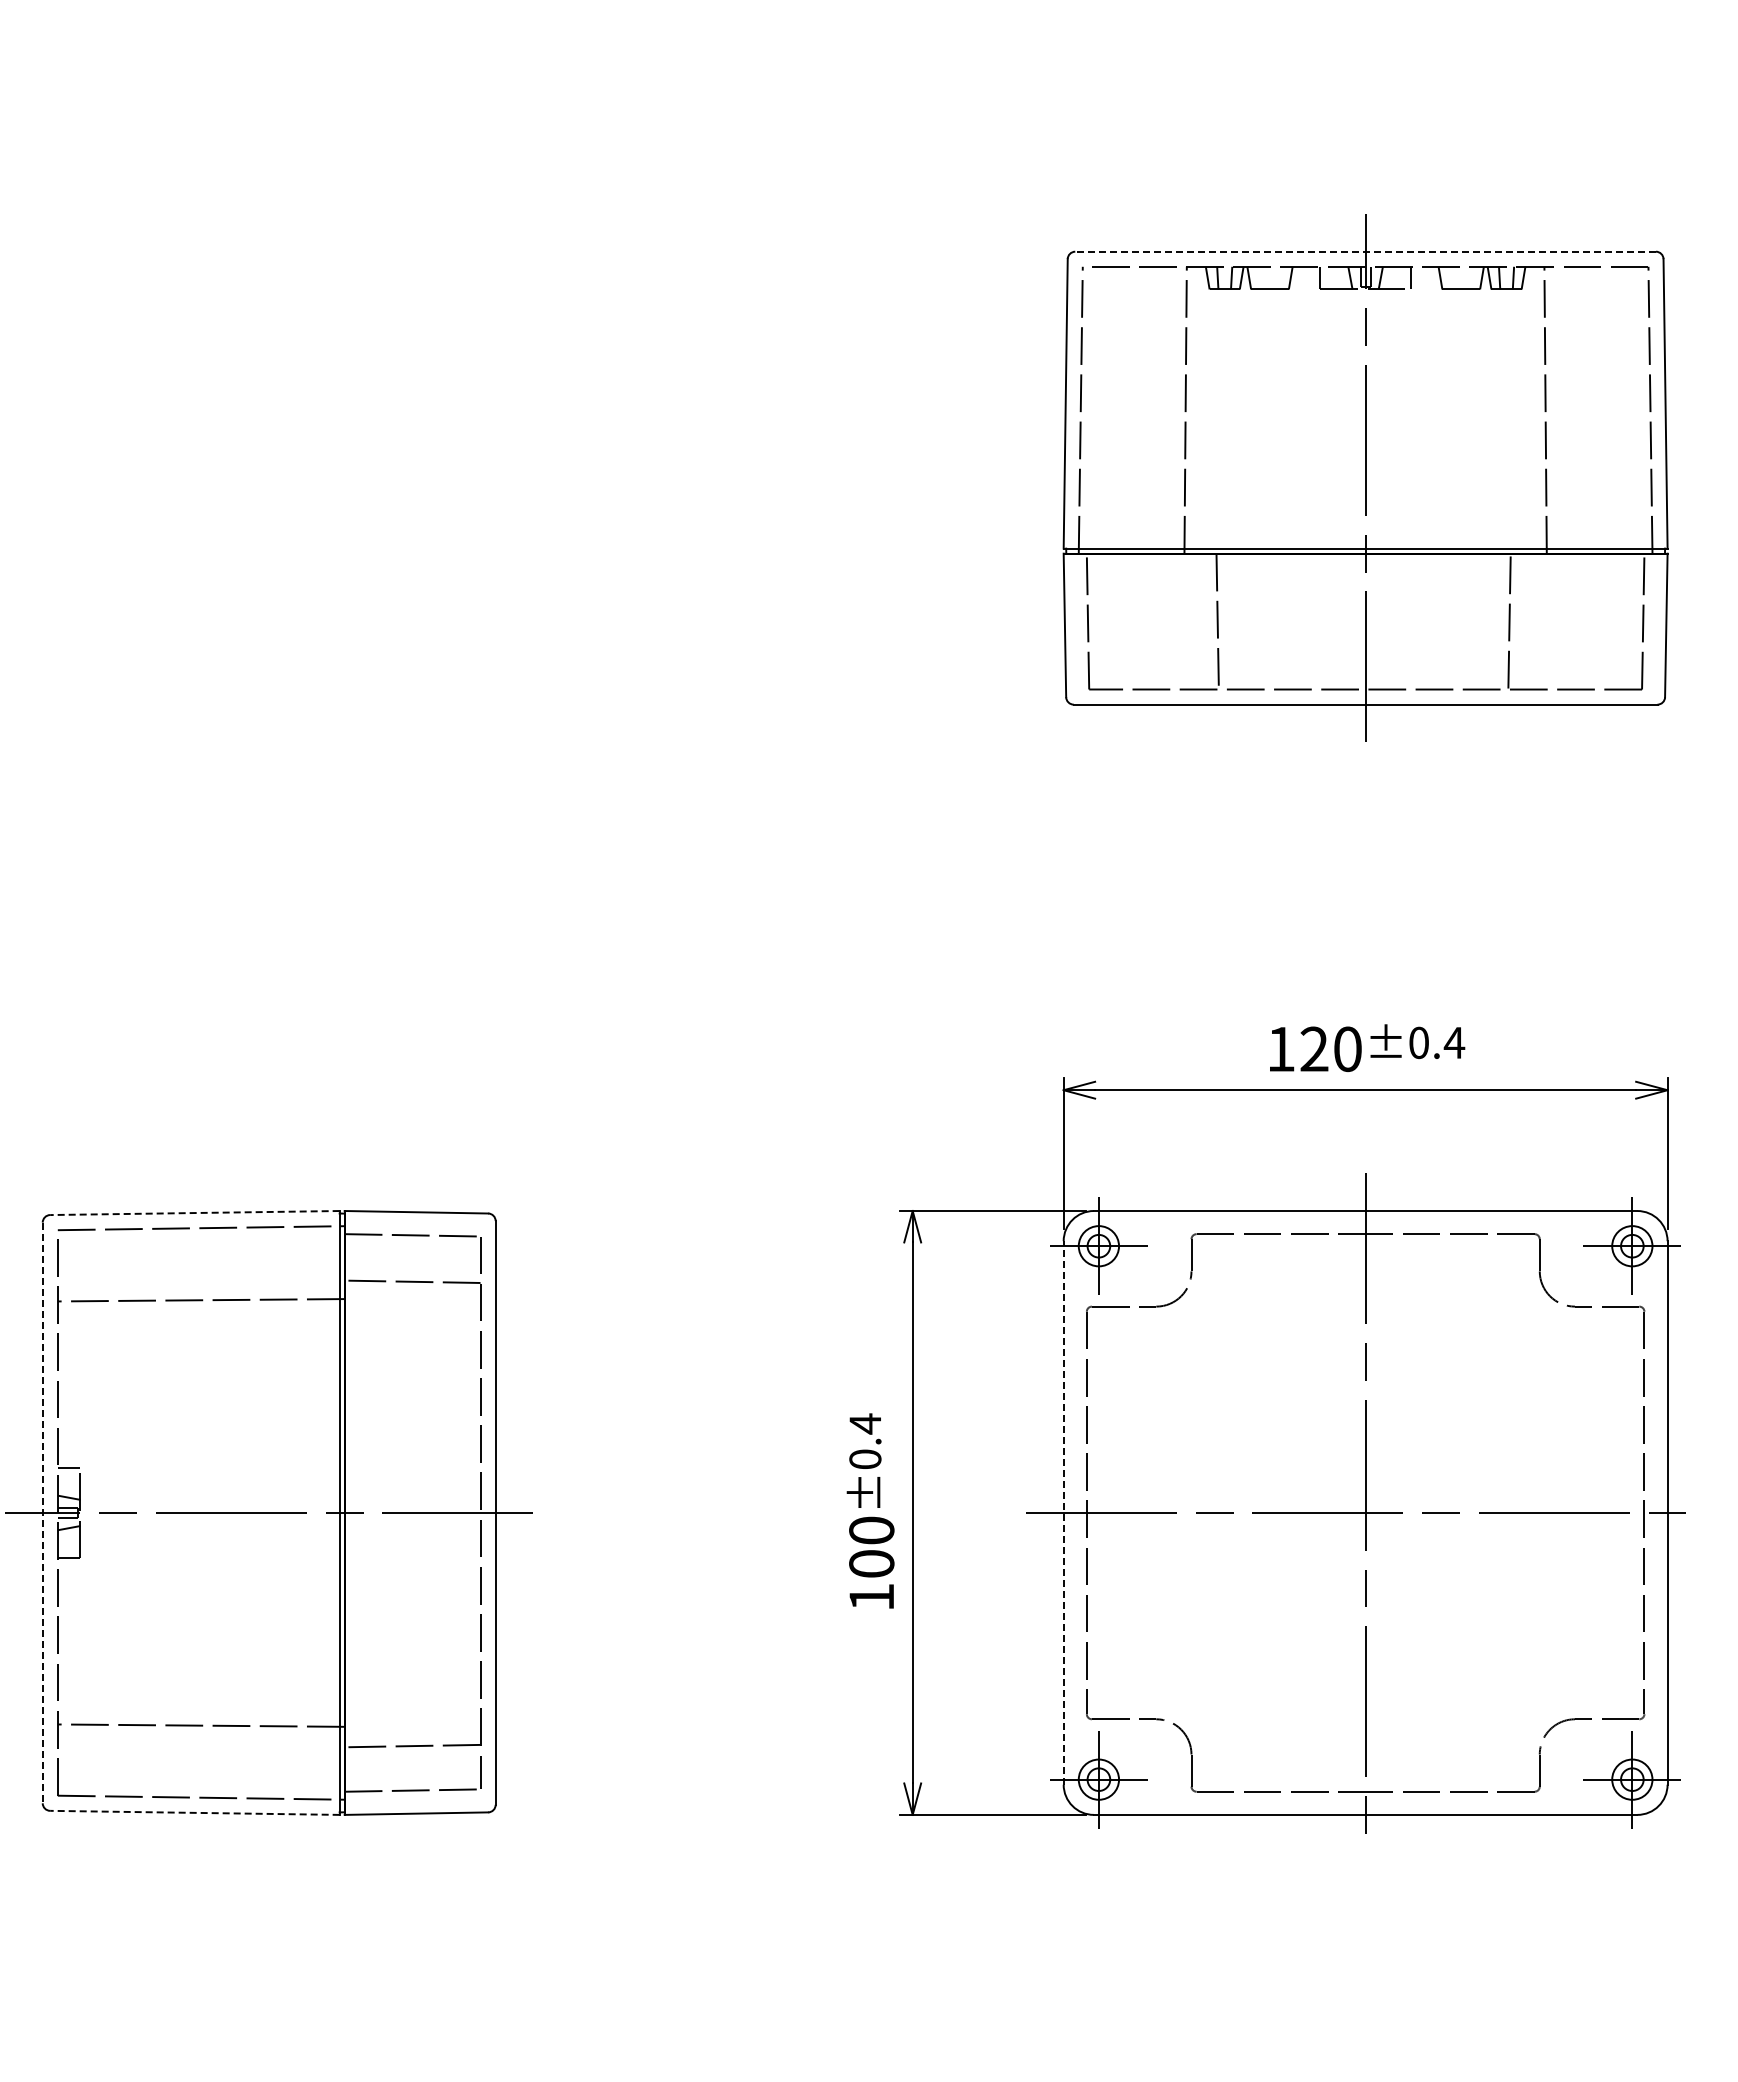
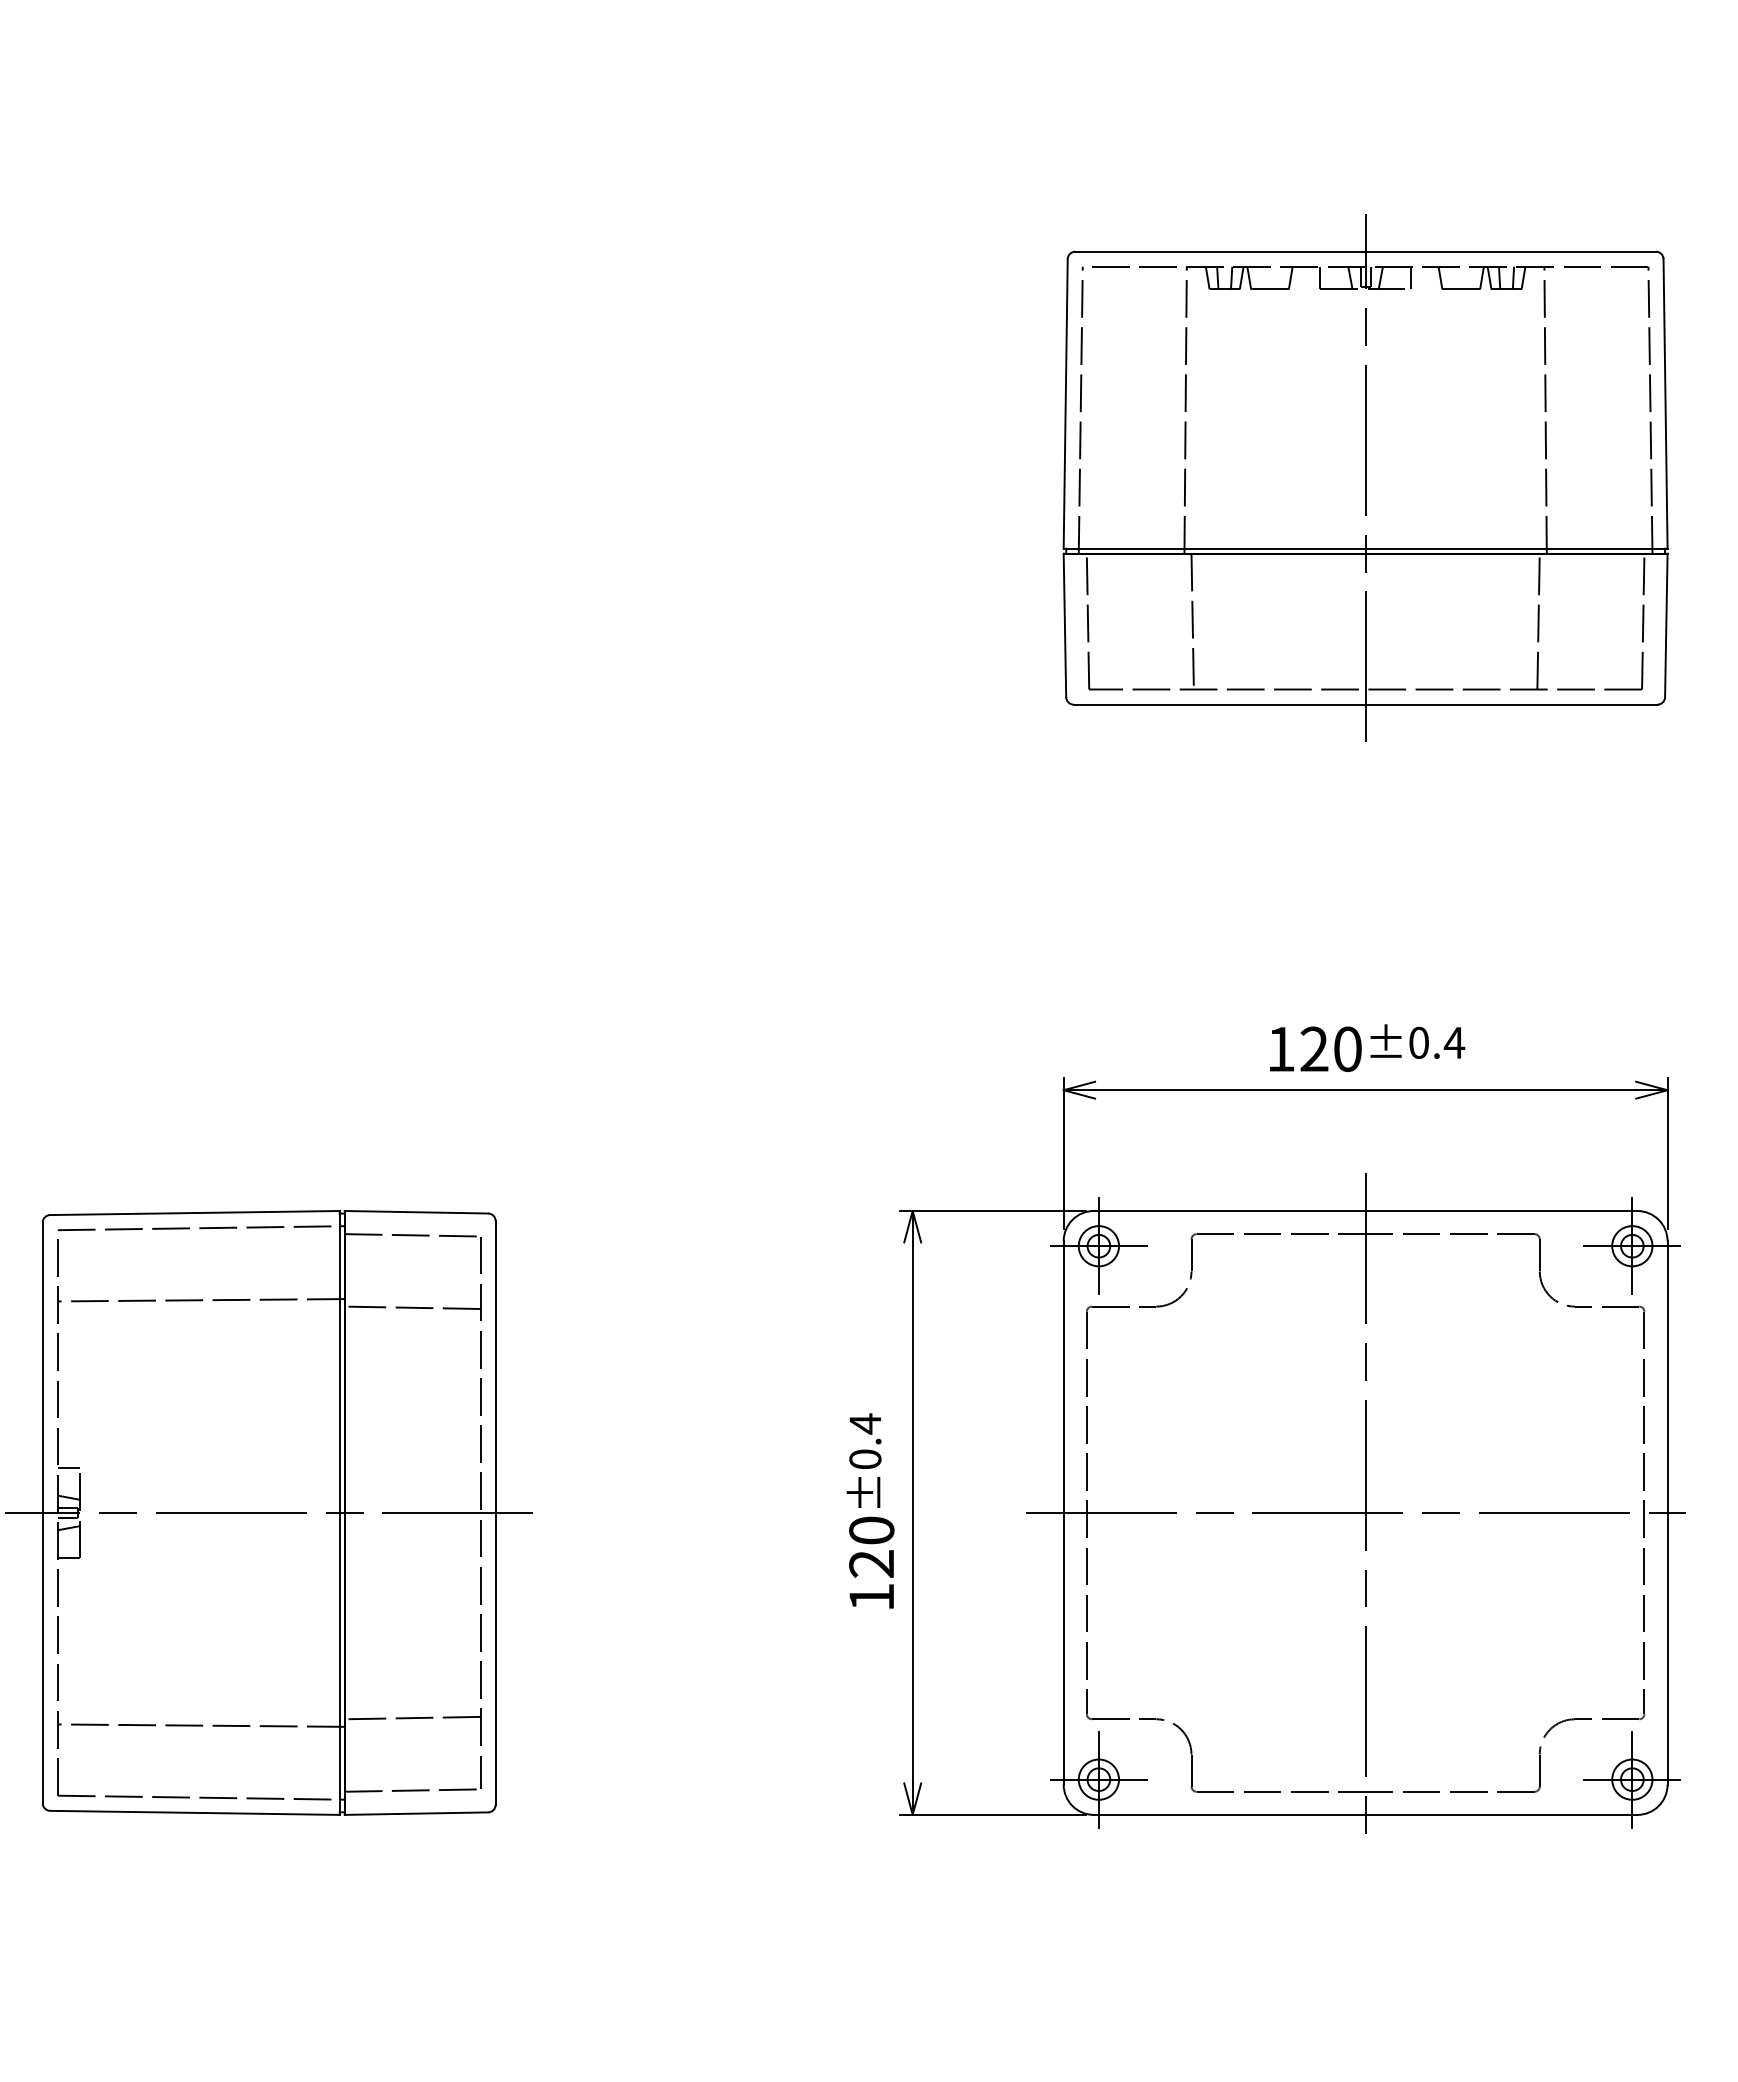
line at (1365, 251): dashed -> solid
line at (1509, 620) position: (1509, 620) -> (1538, 621)
line at (1217, 621) position: (1217, 621) -> (1192, 621)
line at (194, 1213): dashed -> solid
line at (412, 1281) position: (412, 1281) -> (412, 1307)
line at (1063, 1512): dashed -> solid
line at (42, 1513): dashed -> solid
text at (871, 1563): 100 -> 120
line at (412, 1745) position: (412, 1745) -> (412, 1717)
line at (194, 1812): dashed -> solid
